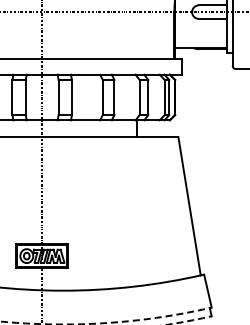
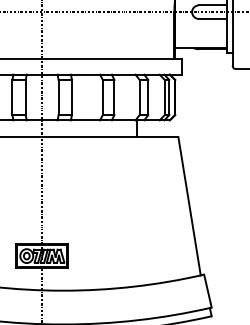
arc at (189, 320): dashed -> solid
arc at (106, 323): dashed -> solid
